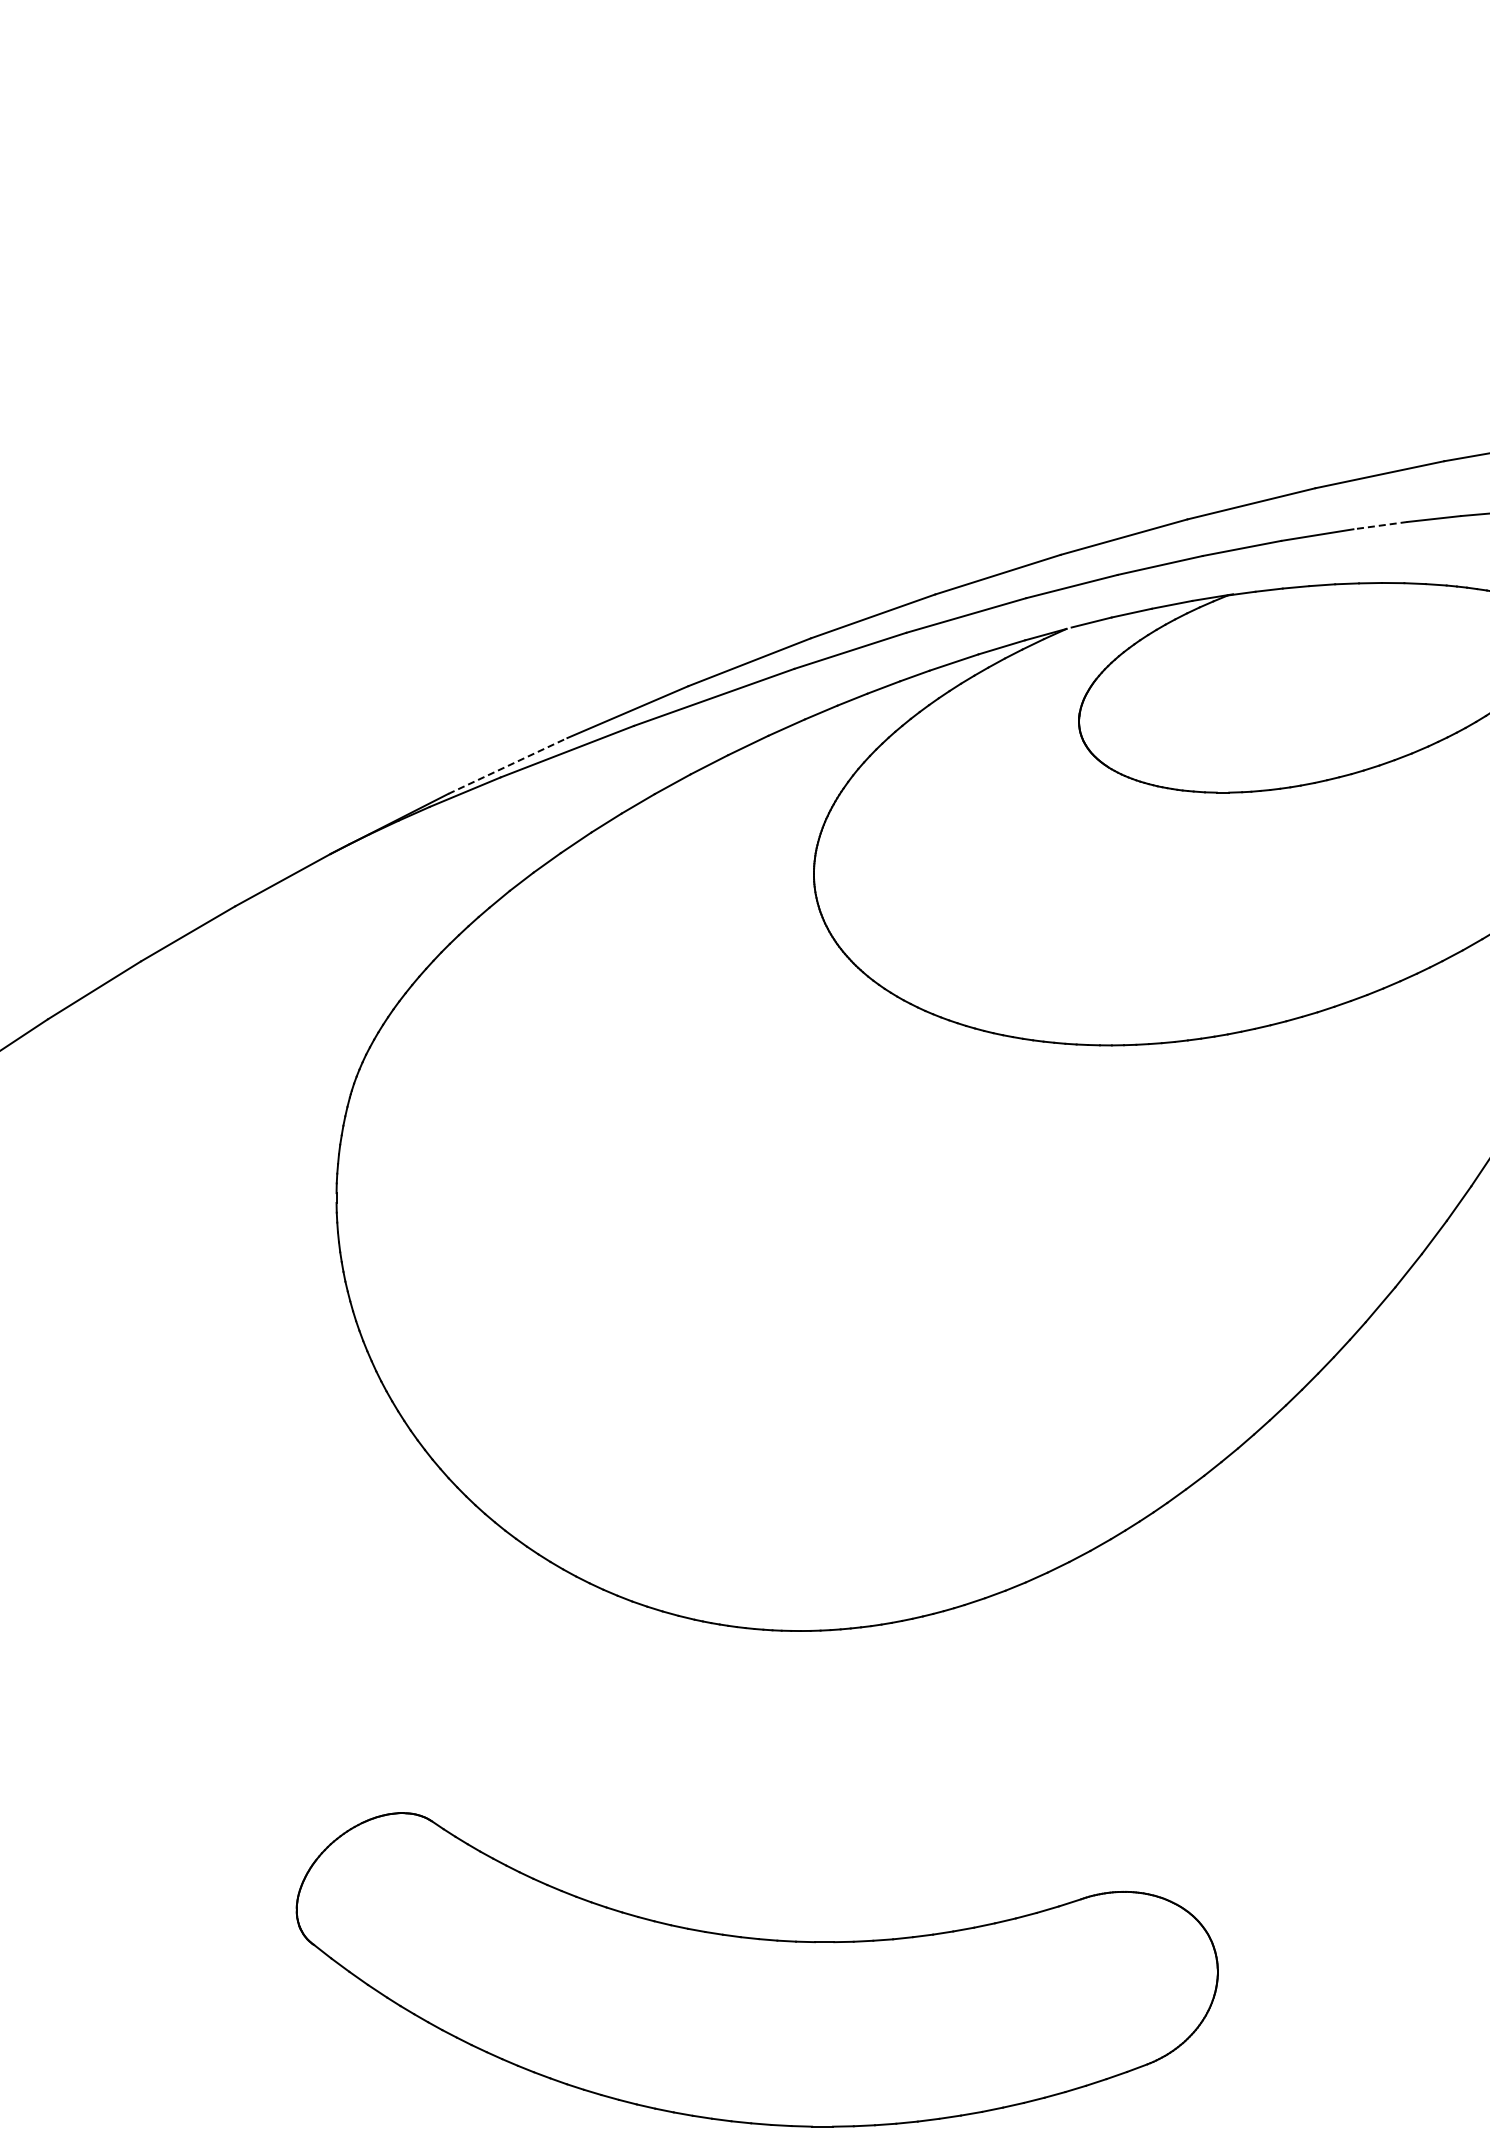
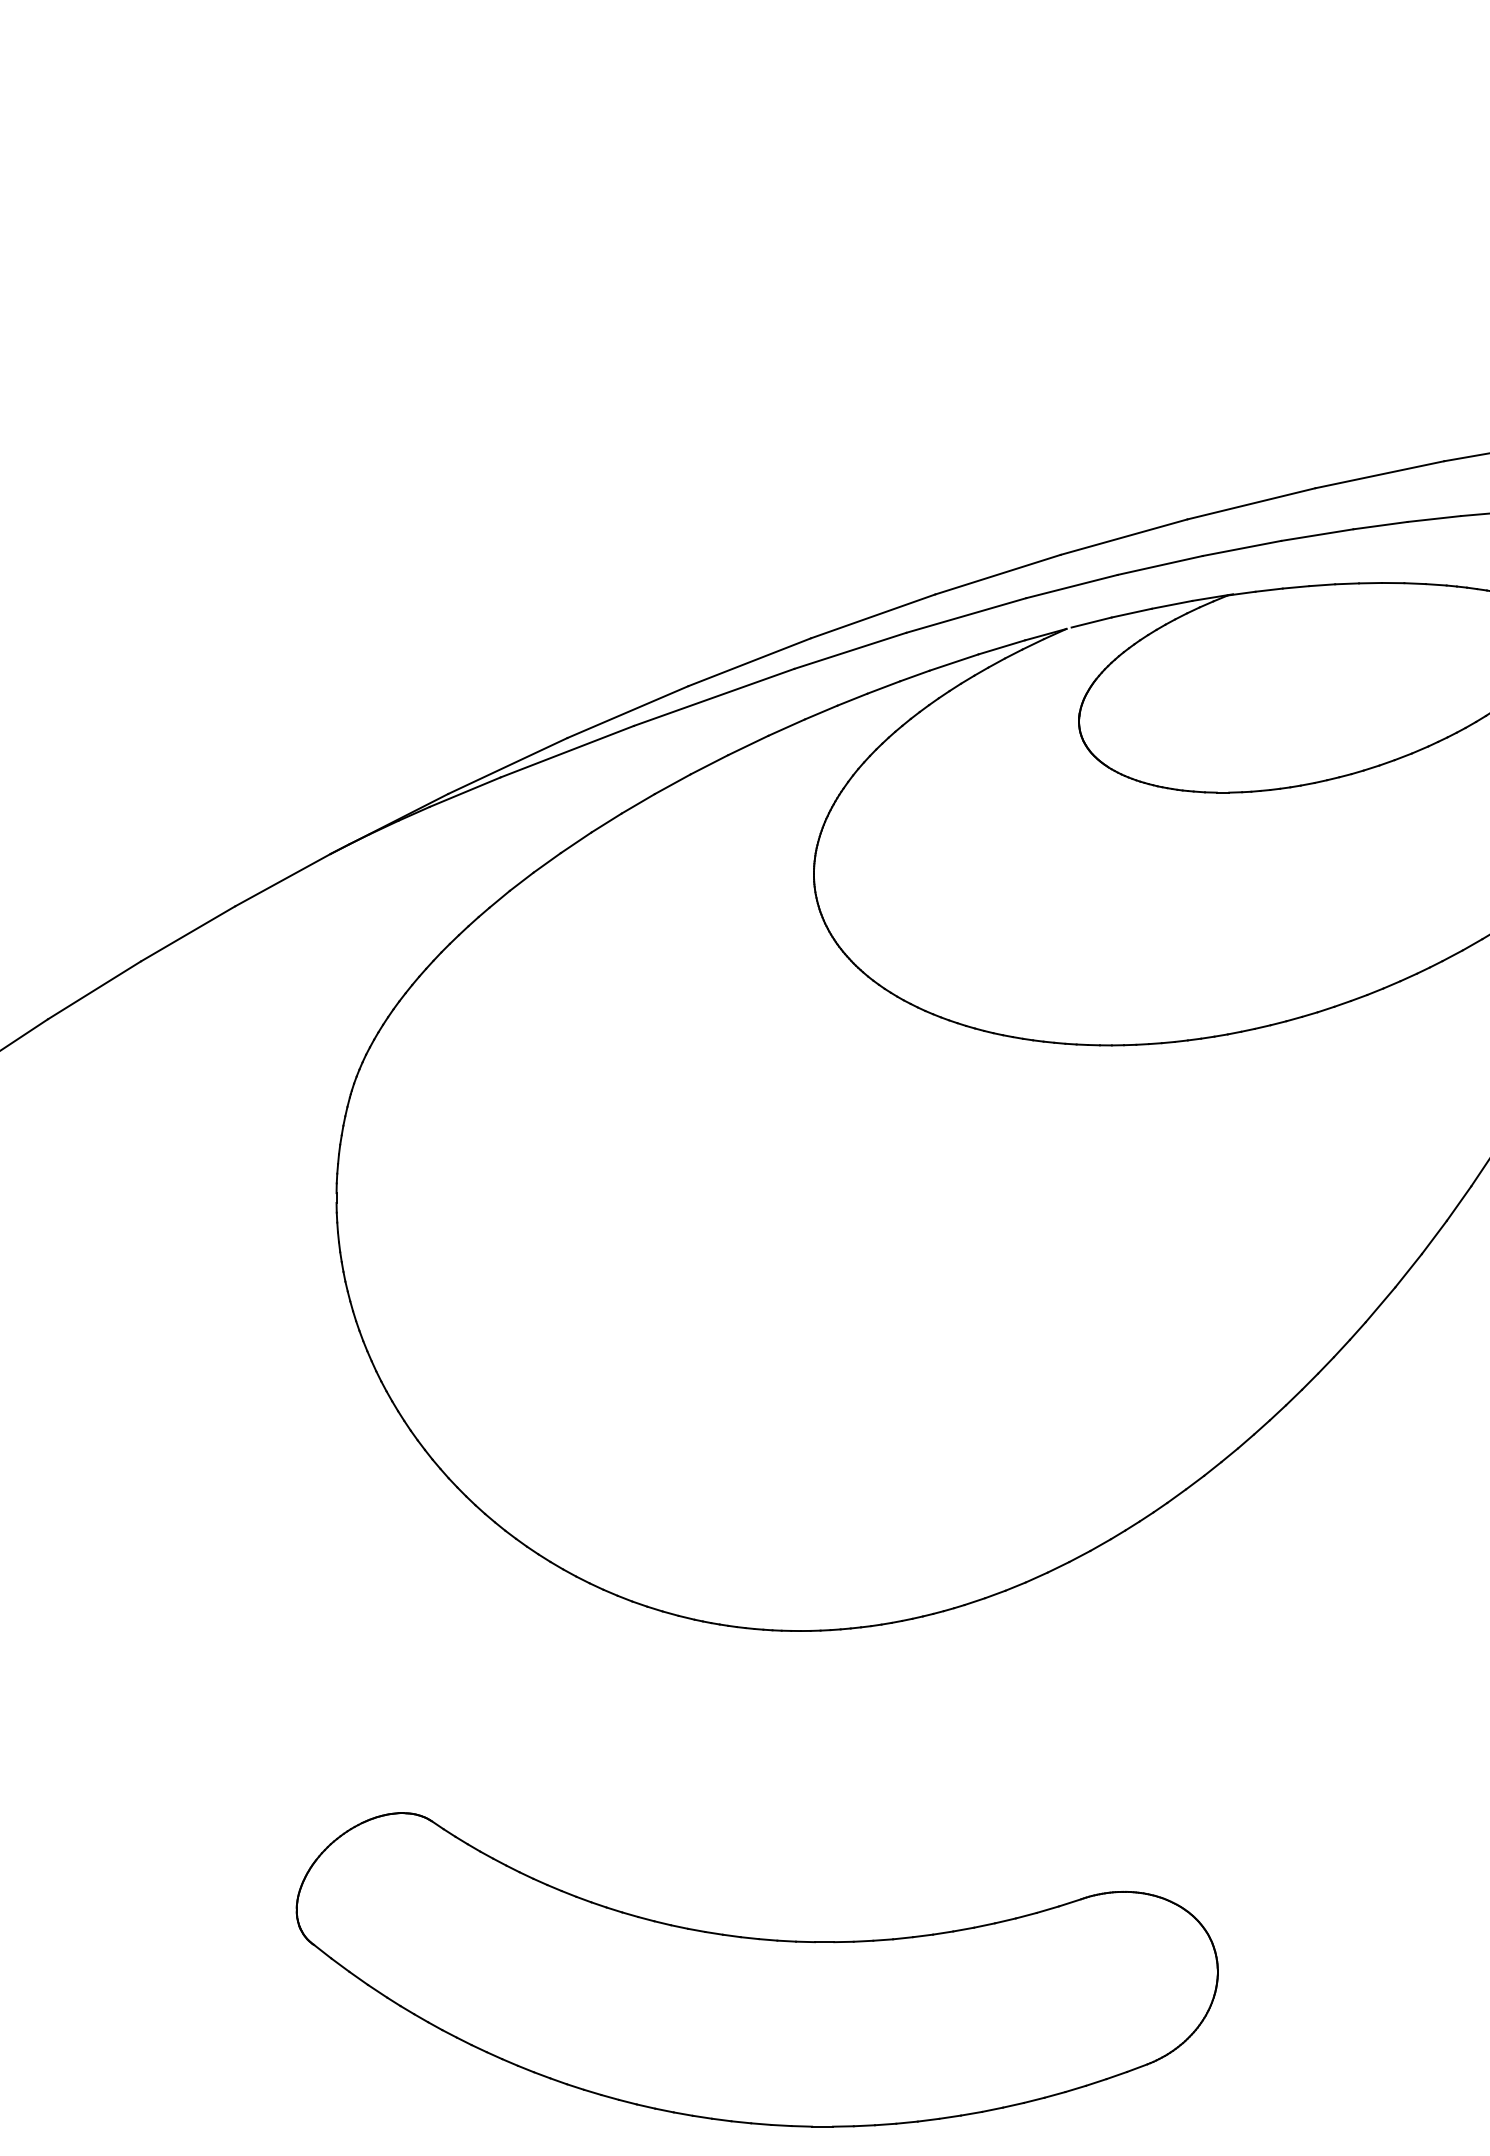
line at (1379, 525): dashed -> solid
line at (507, 766): dashed -> solid
